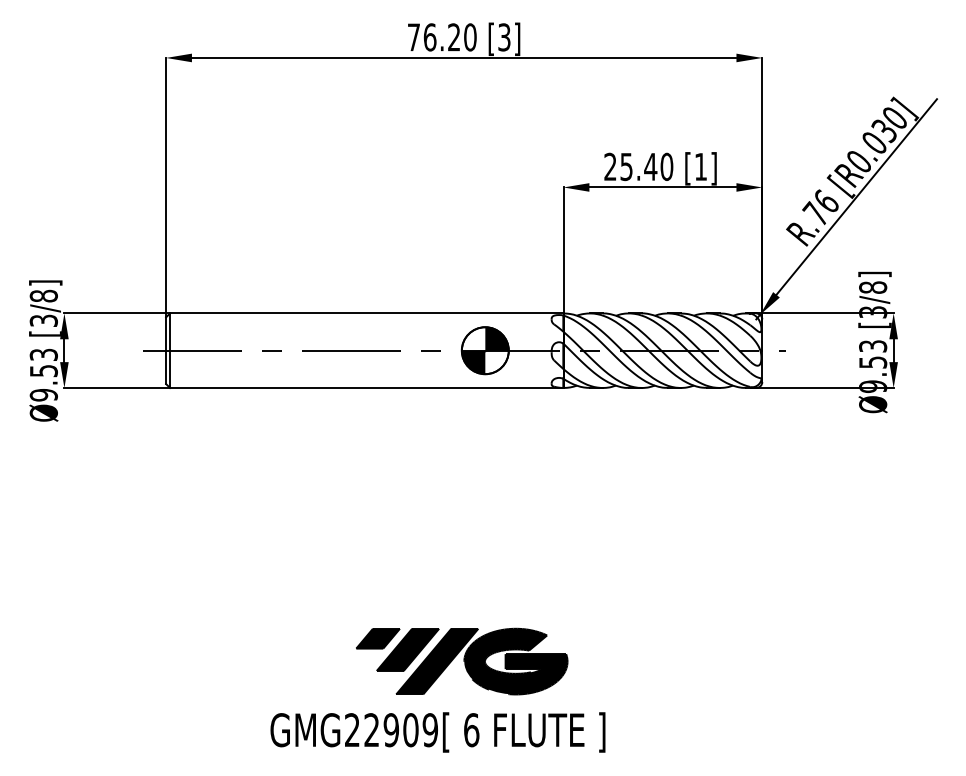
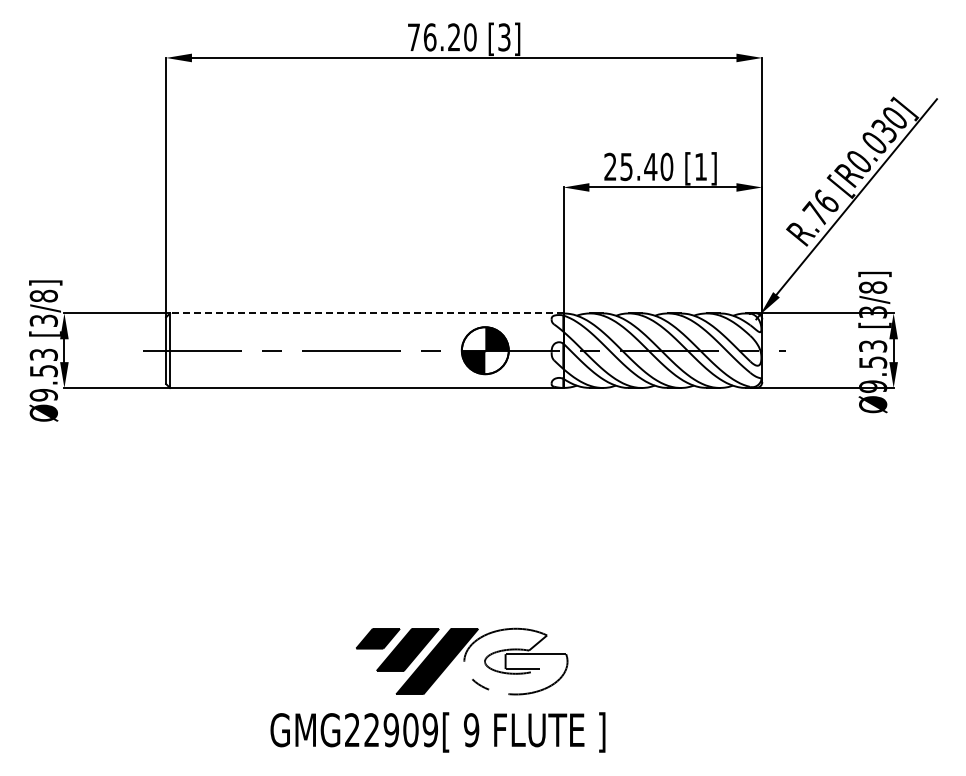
line at (366, 313): solid -> dashed
fill at (515, 661): present -> none
text at (471, 730): 6 -> 9
